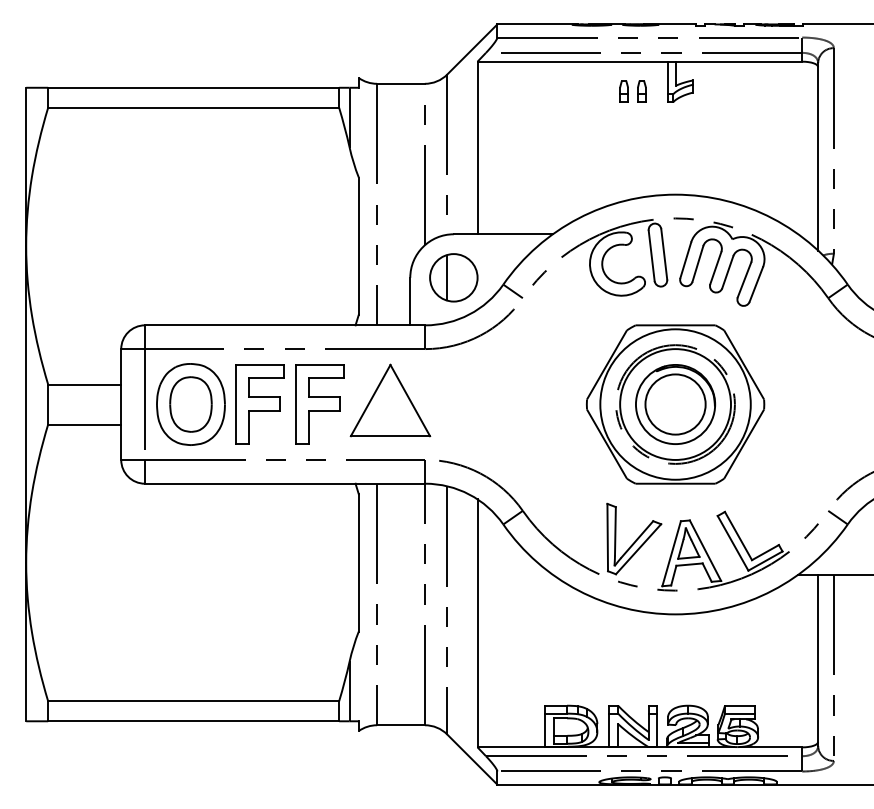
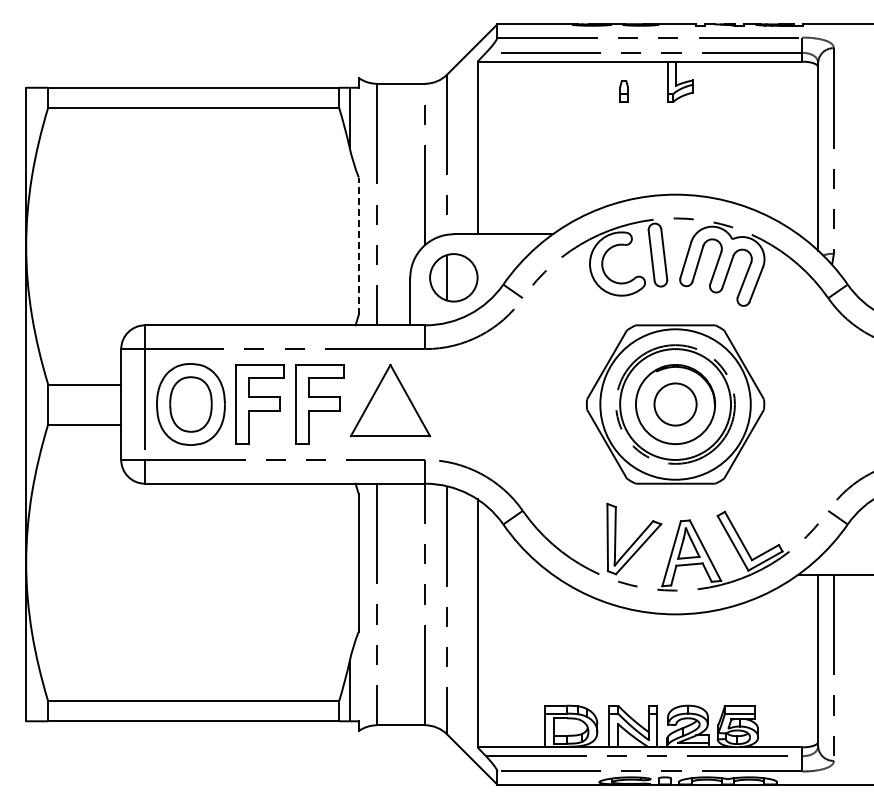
part at (641, 91): present -> none
line at (358, 246): solid -> dashed
circle at (675, 404) diameter: 60 px -> 42 px
